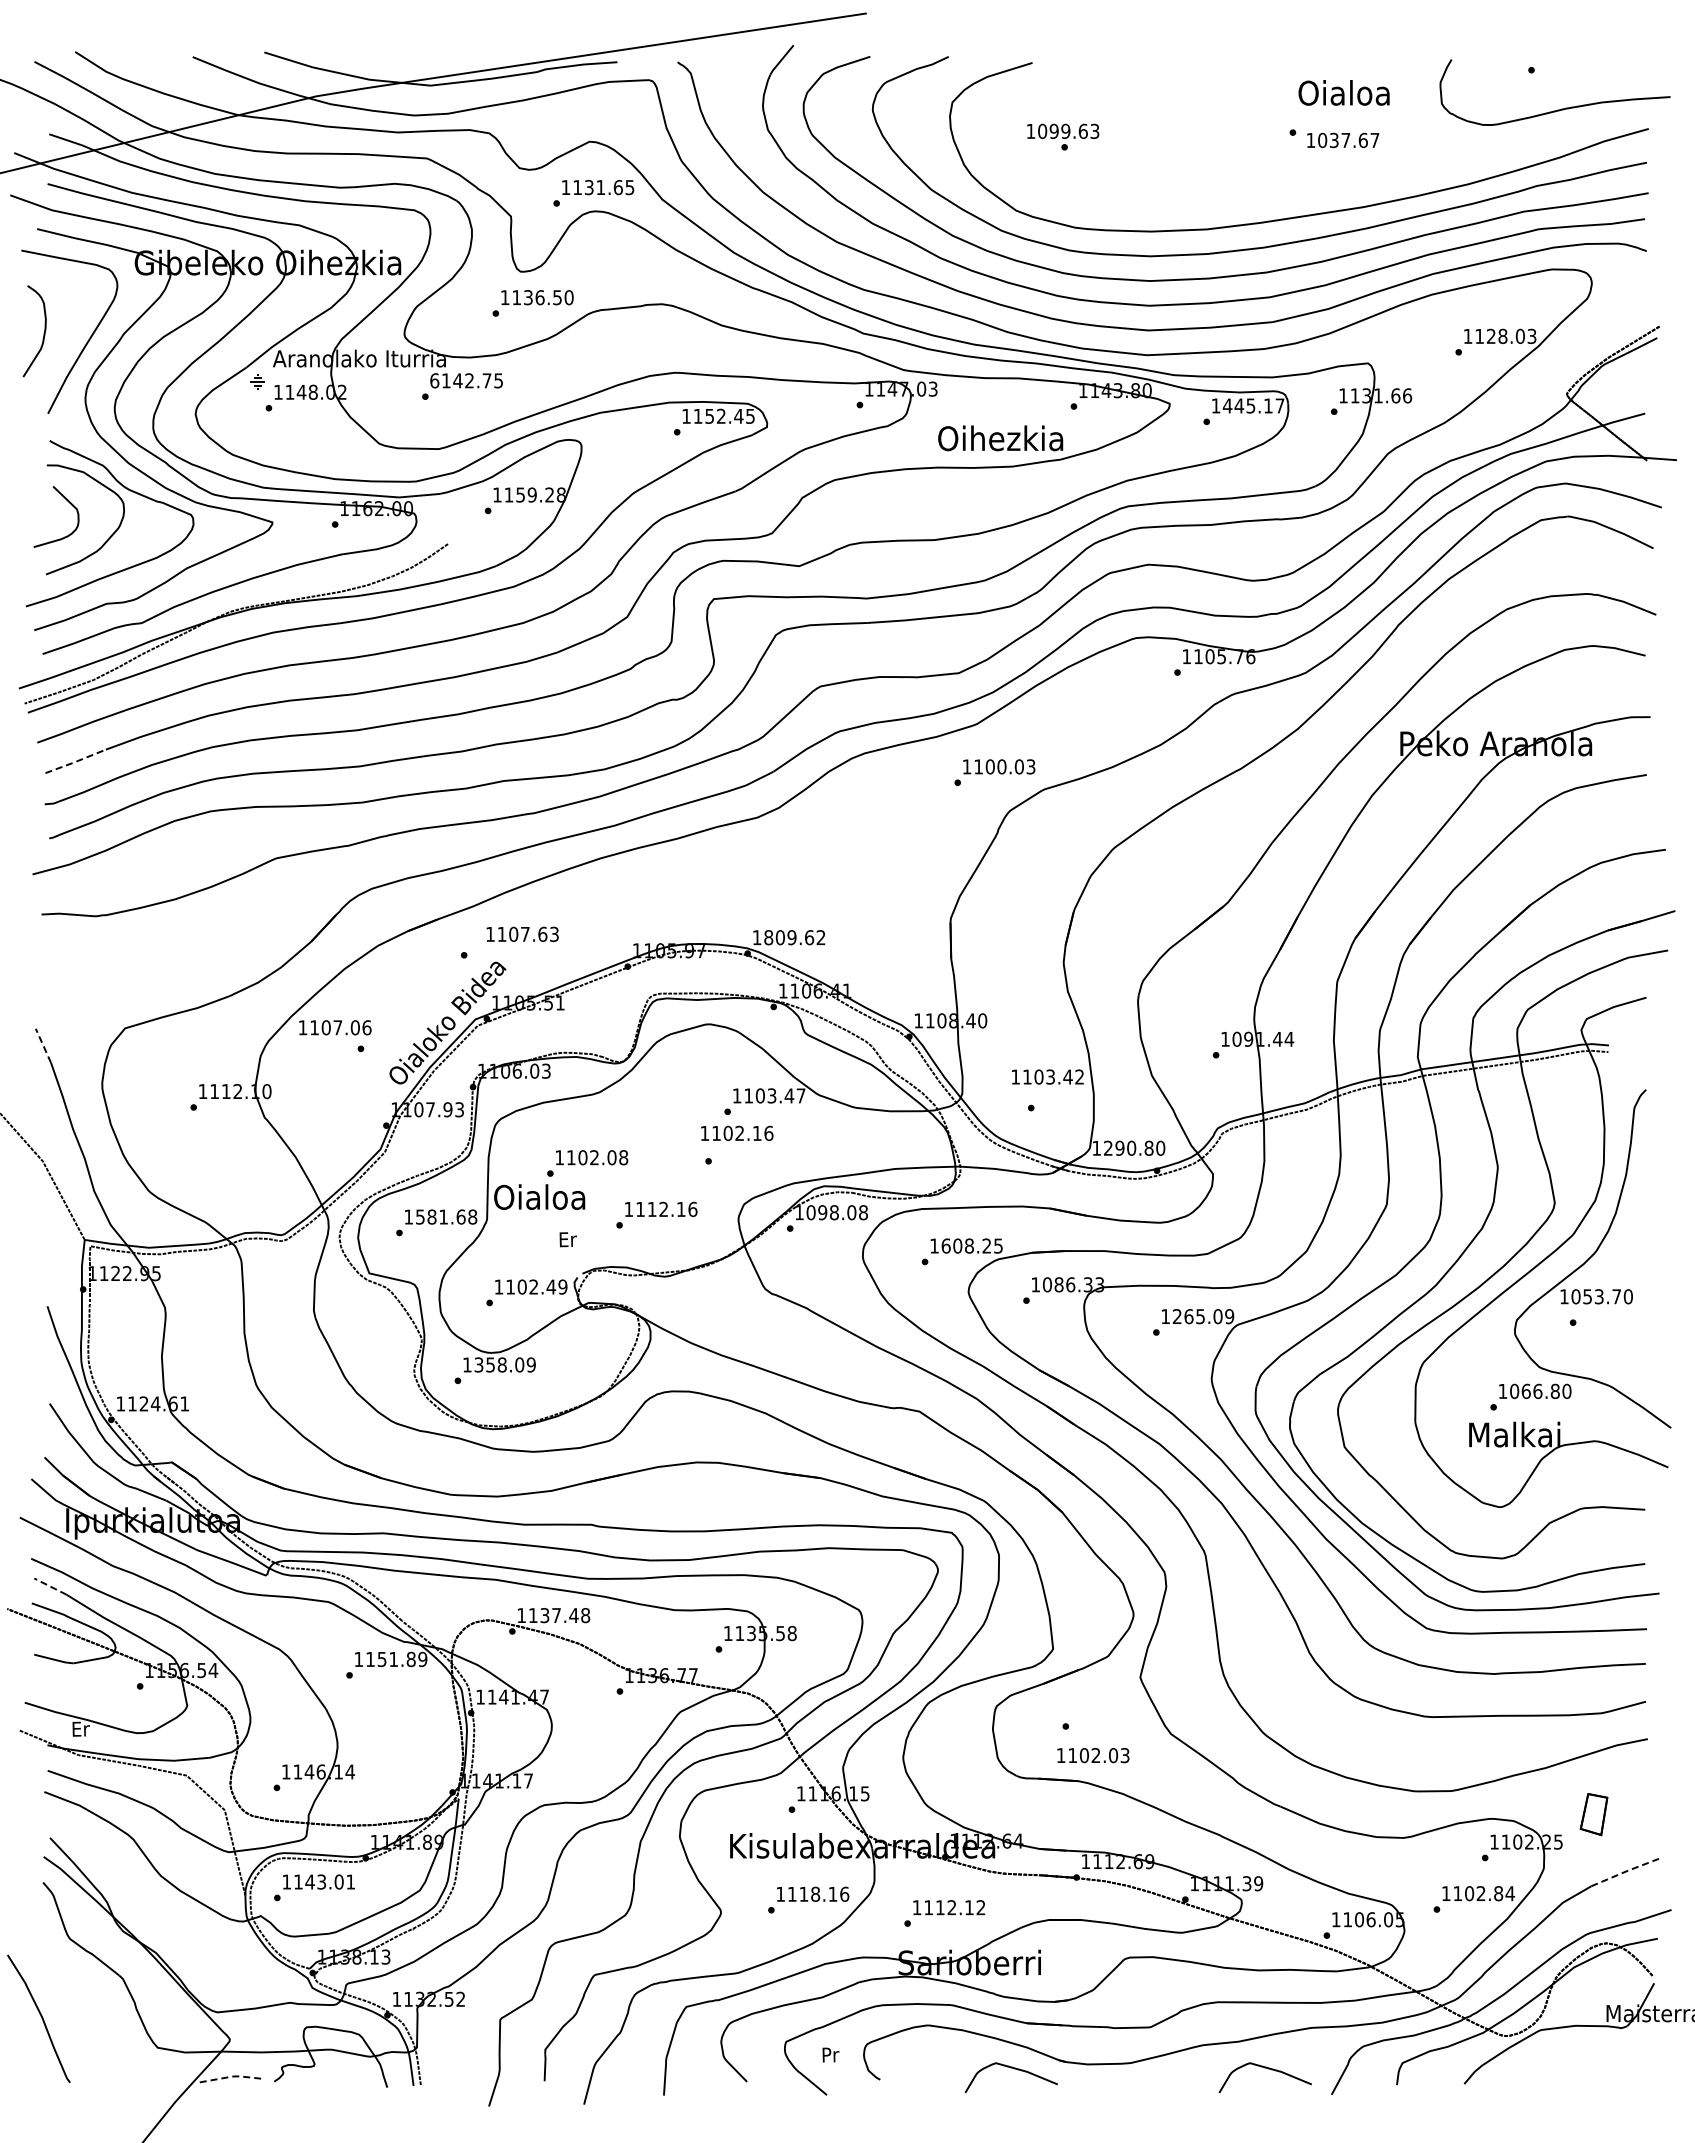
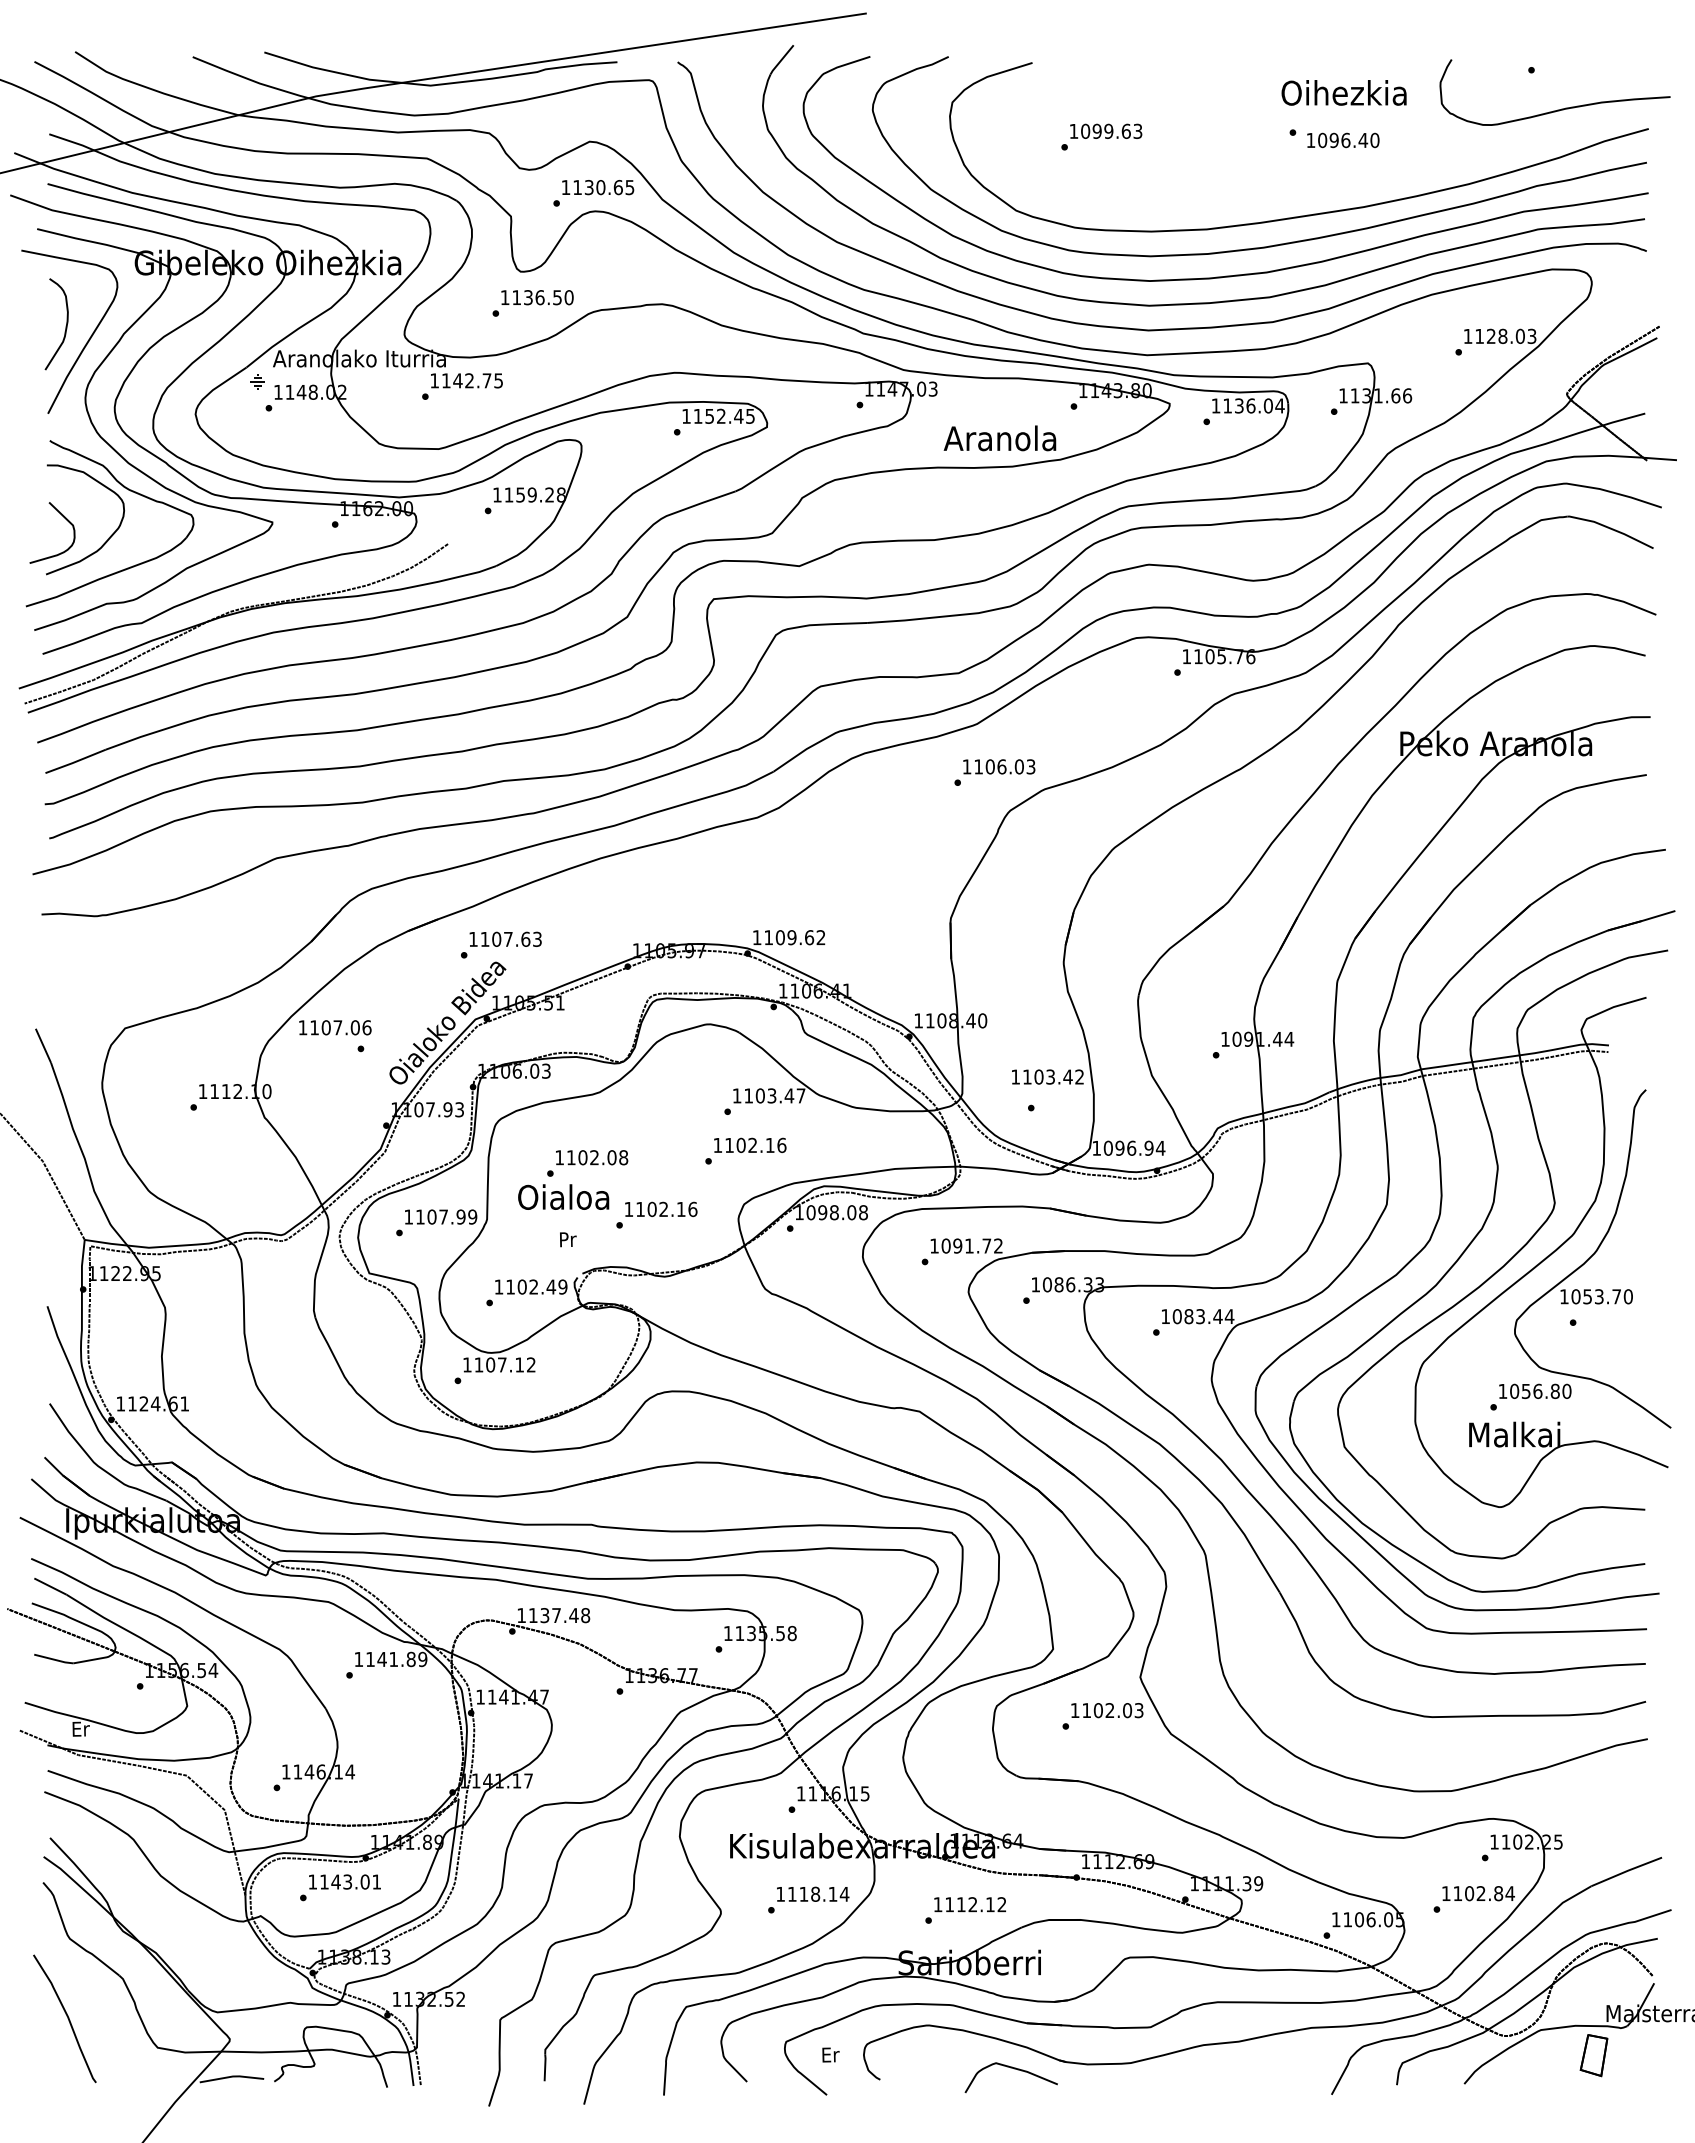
text at (1343, 92): Oialoa -> Oihezkia
text at (1063, 130) position: (1063, 130) -> (1106, 130)
text at (1354, 140): 1037.67 -> 1096.40
text at (600, 187): 1131.65 -> 1130.65
curve at (43, 333) position: (43, 333) -> (65, 326)
text at (434, 380): 6142.75 -> 1142.75
text at (1253, 405): 1445.17 -> 1136.04
text at (1000, 438): Oihezkia -> Aranola
curve at (69, 503) position: (69, 503) -> (65, 519)
line at (75, 762): dashed -> solid
text at (1001, 766): 1100.03 -> 1106.03
text at (522, 933) position: (522, 933) -> (505, 938)
text at (768, 937): 1809.62 -> 1109.62
line at (43, 1045): dashed -> solid
text at (737, 1132) position: (737, 1132) -> (750, 1144)
text at (1134, 1147): 1290.80 -> 1096.94
text at (539, 1196) position: (539, 1196) -> (563, 1196)
text at (651, 1209): 1112.16 -> 1102.16
text at (446, 1216): 1581.68 -> 1107.99
text at (567, 1239): Er -> Pr
text at (971, 1245): 1608.25 -> 1091.72
text at (1203, 1316): 1265.09 -> 1083.44
text at (504, 1364): 1358.09 -> 1107.12
text at (1525, 1390): 1066.80 -> 1056.80
line at (50, 1586): dashed -> solid
text at (381, 1659): 1151.89 -> 1141.89
text at (1093, 1755) position: (1093, 1755) -> (1107, 1710)
part at (1593, 1814) position: (1593, 1814) -> (1593, 2055)
line at (1627, 1871): dashed -> solid
text at (314, 1887) position: (314, 1887) -> (340, 1887)
text at (844, 1893): 1118.16 -> 1118.14
text at (944, 1913) position: (944, 1913) -> (965, 1910)
curve at (40, 2016) position: (40, 2016) -> (66, 2016)
text at (830, 2054): Pr -> Er
curve at (1268, 2069): present -> none
line at (232, 2076): dashed -> solid
